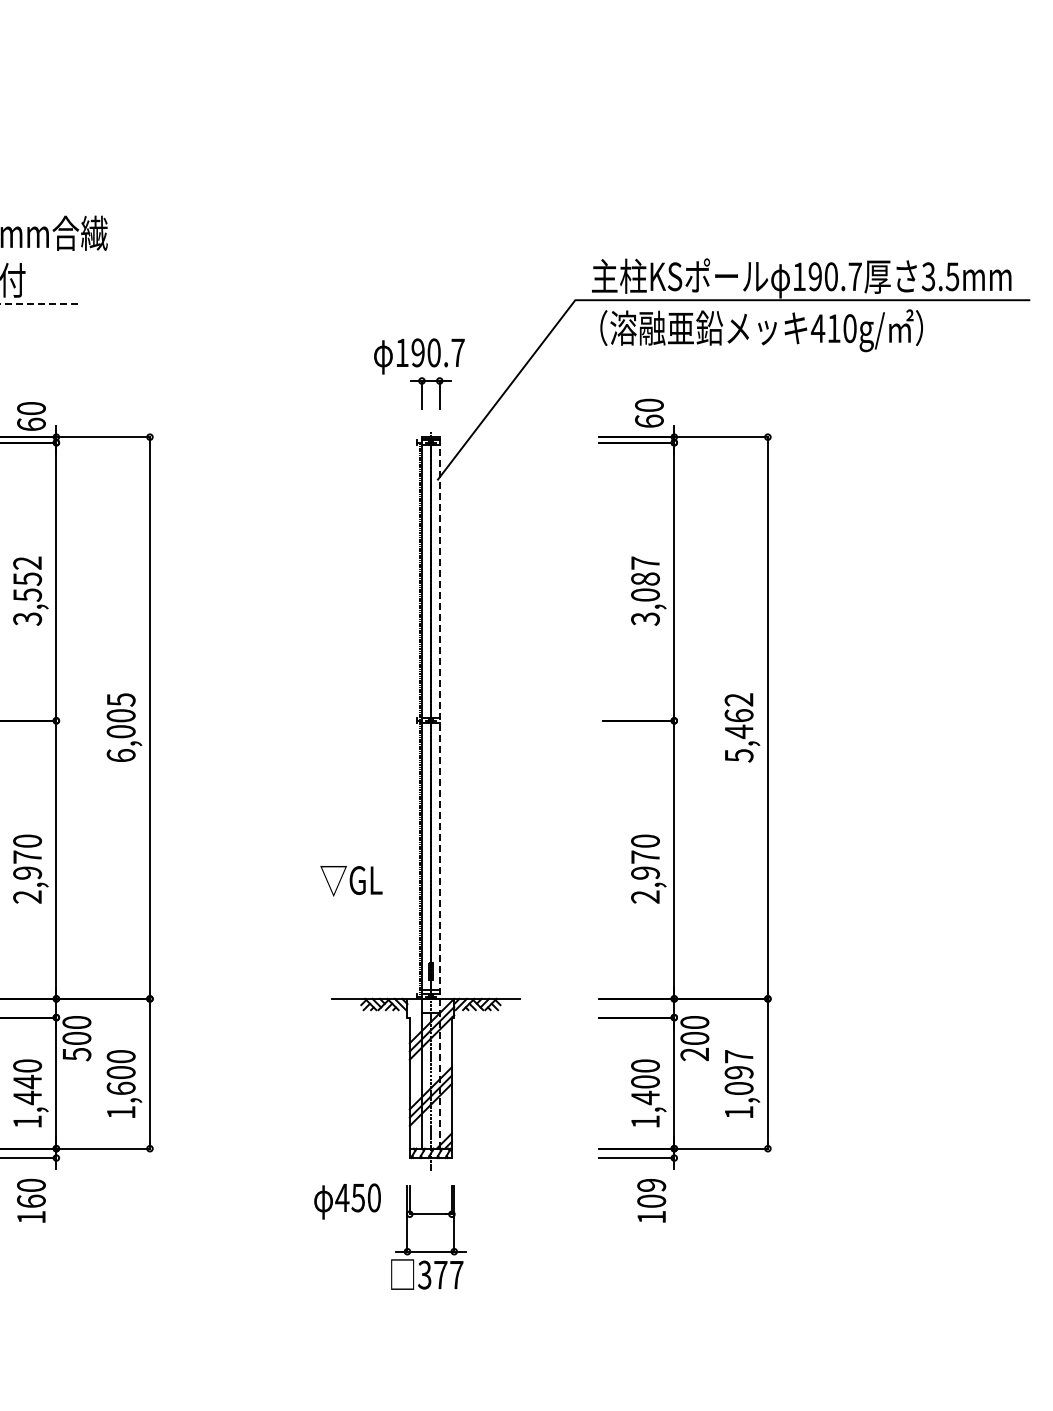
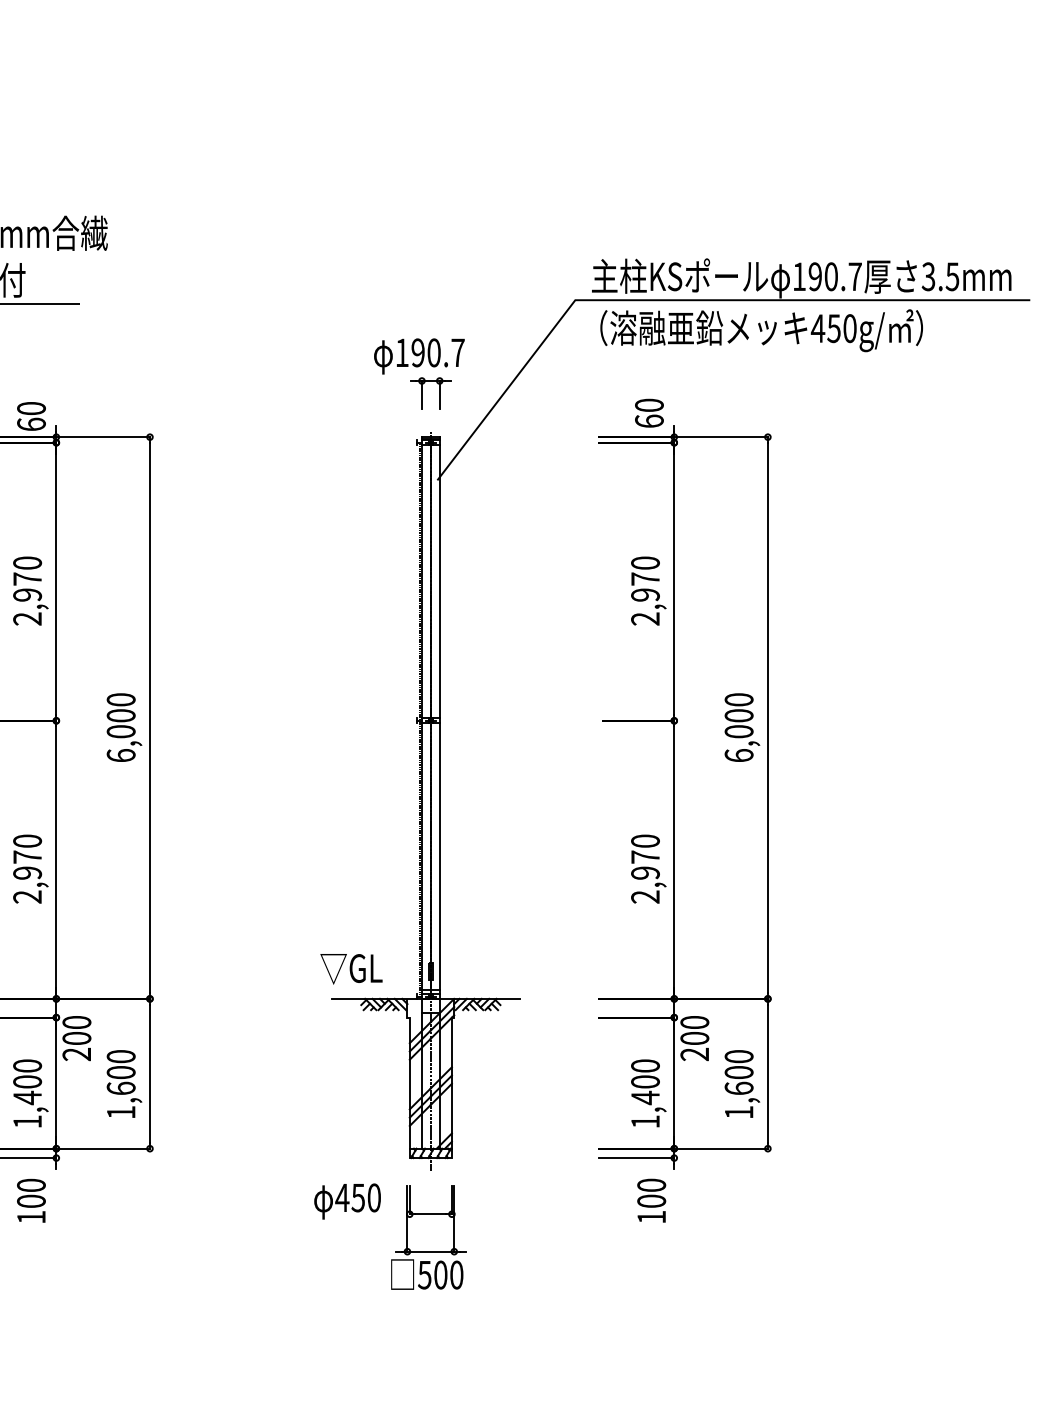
line at (40, 304): dashed -> solid
text at (833, 328): 410g/ -> 450g/
text at (27, 590): 3,552 -> 2,970
text at (645, 590): 3,087 -> 2,970
text at (120, 699): 6,005 -> 6,000
text at (738, 727): 5,462 -> 6,000
line at (439, 792): dashed -> solid
text at (351, 881) position: (351, 881) -> (351, 969)
text at (76, 1054): 500 -> 200
text at (738, 1072): 1,097 -> 1,600
text at (27, 1081): 1,440 -> 1,400
text at (651, 1184): 109 -> 100
text at (31, 1200): 160 -> 100
text at (440, 1274): 377 -> 500
